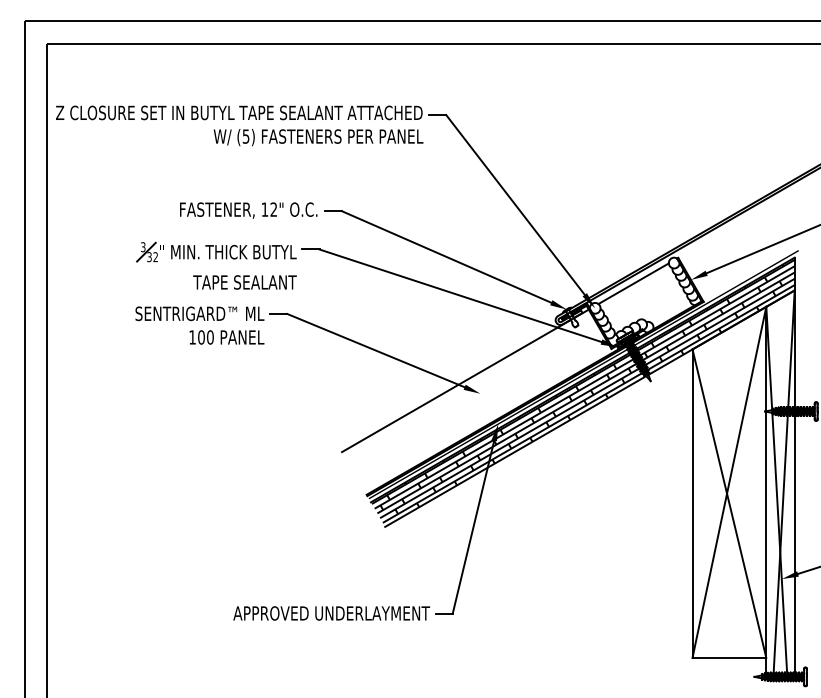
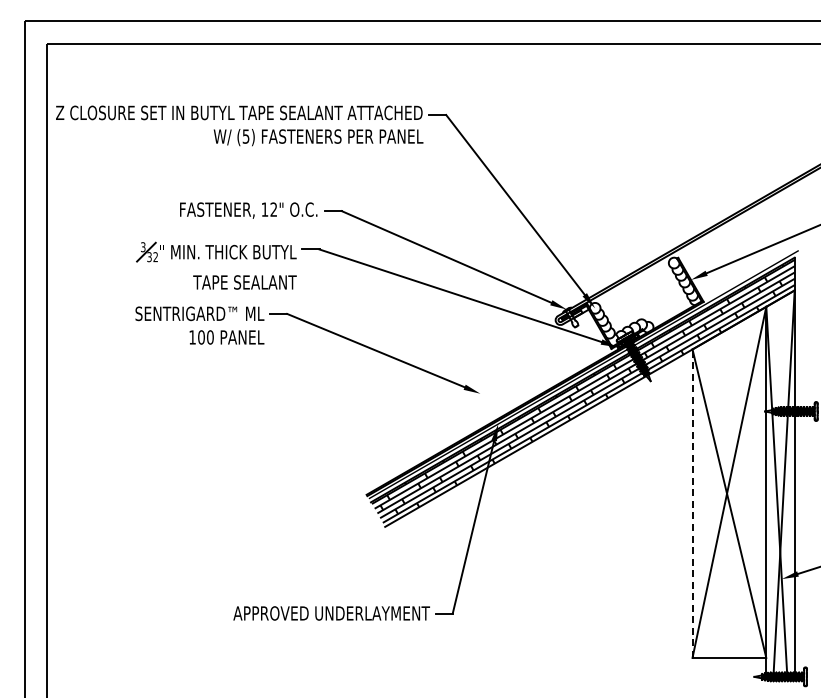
line at (633, 283): present -> none
line at (456, 385): present -> none
line at (692, 503): solid -> dashed
